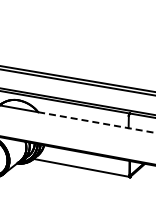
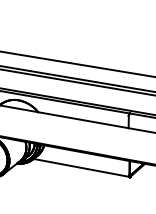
line at (77, 63): none -> present
line at (97, 122): dashed -> solid
